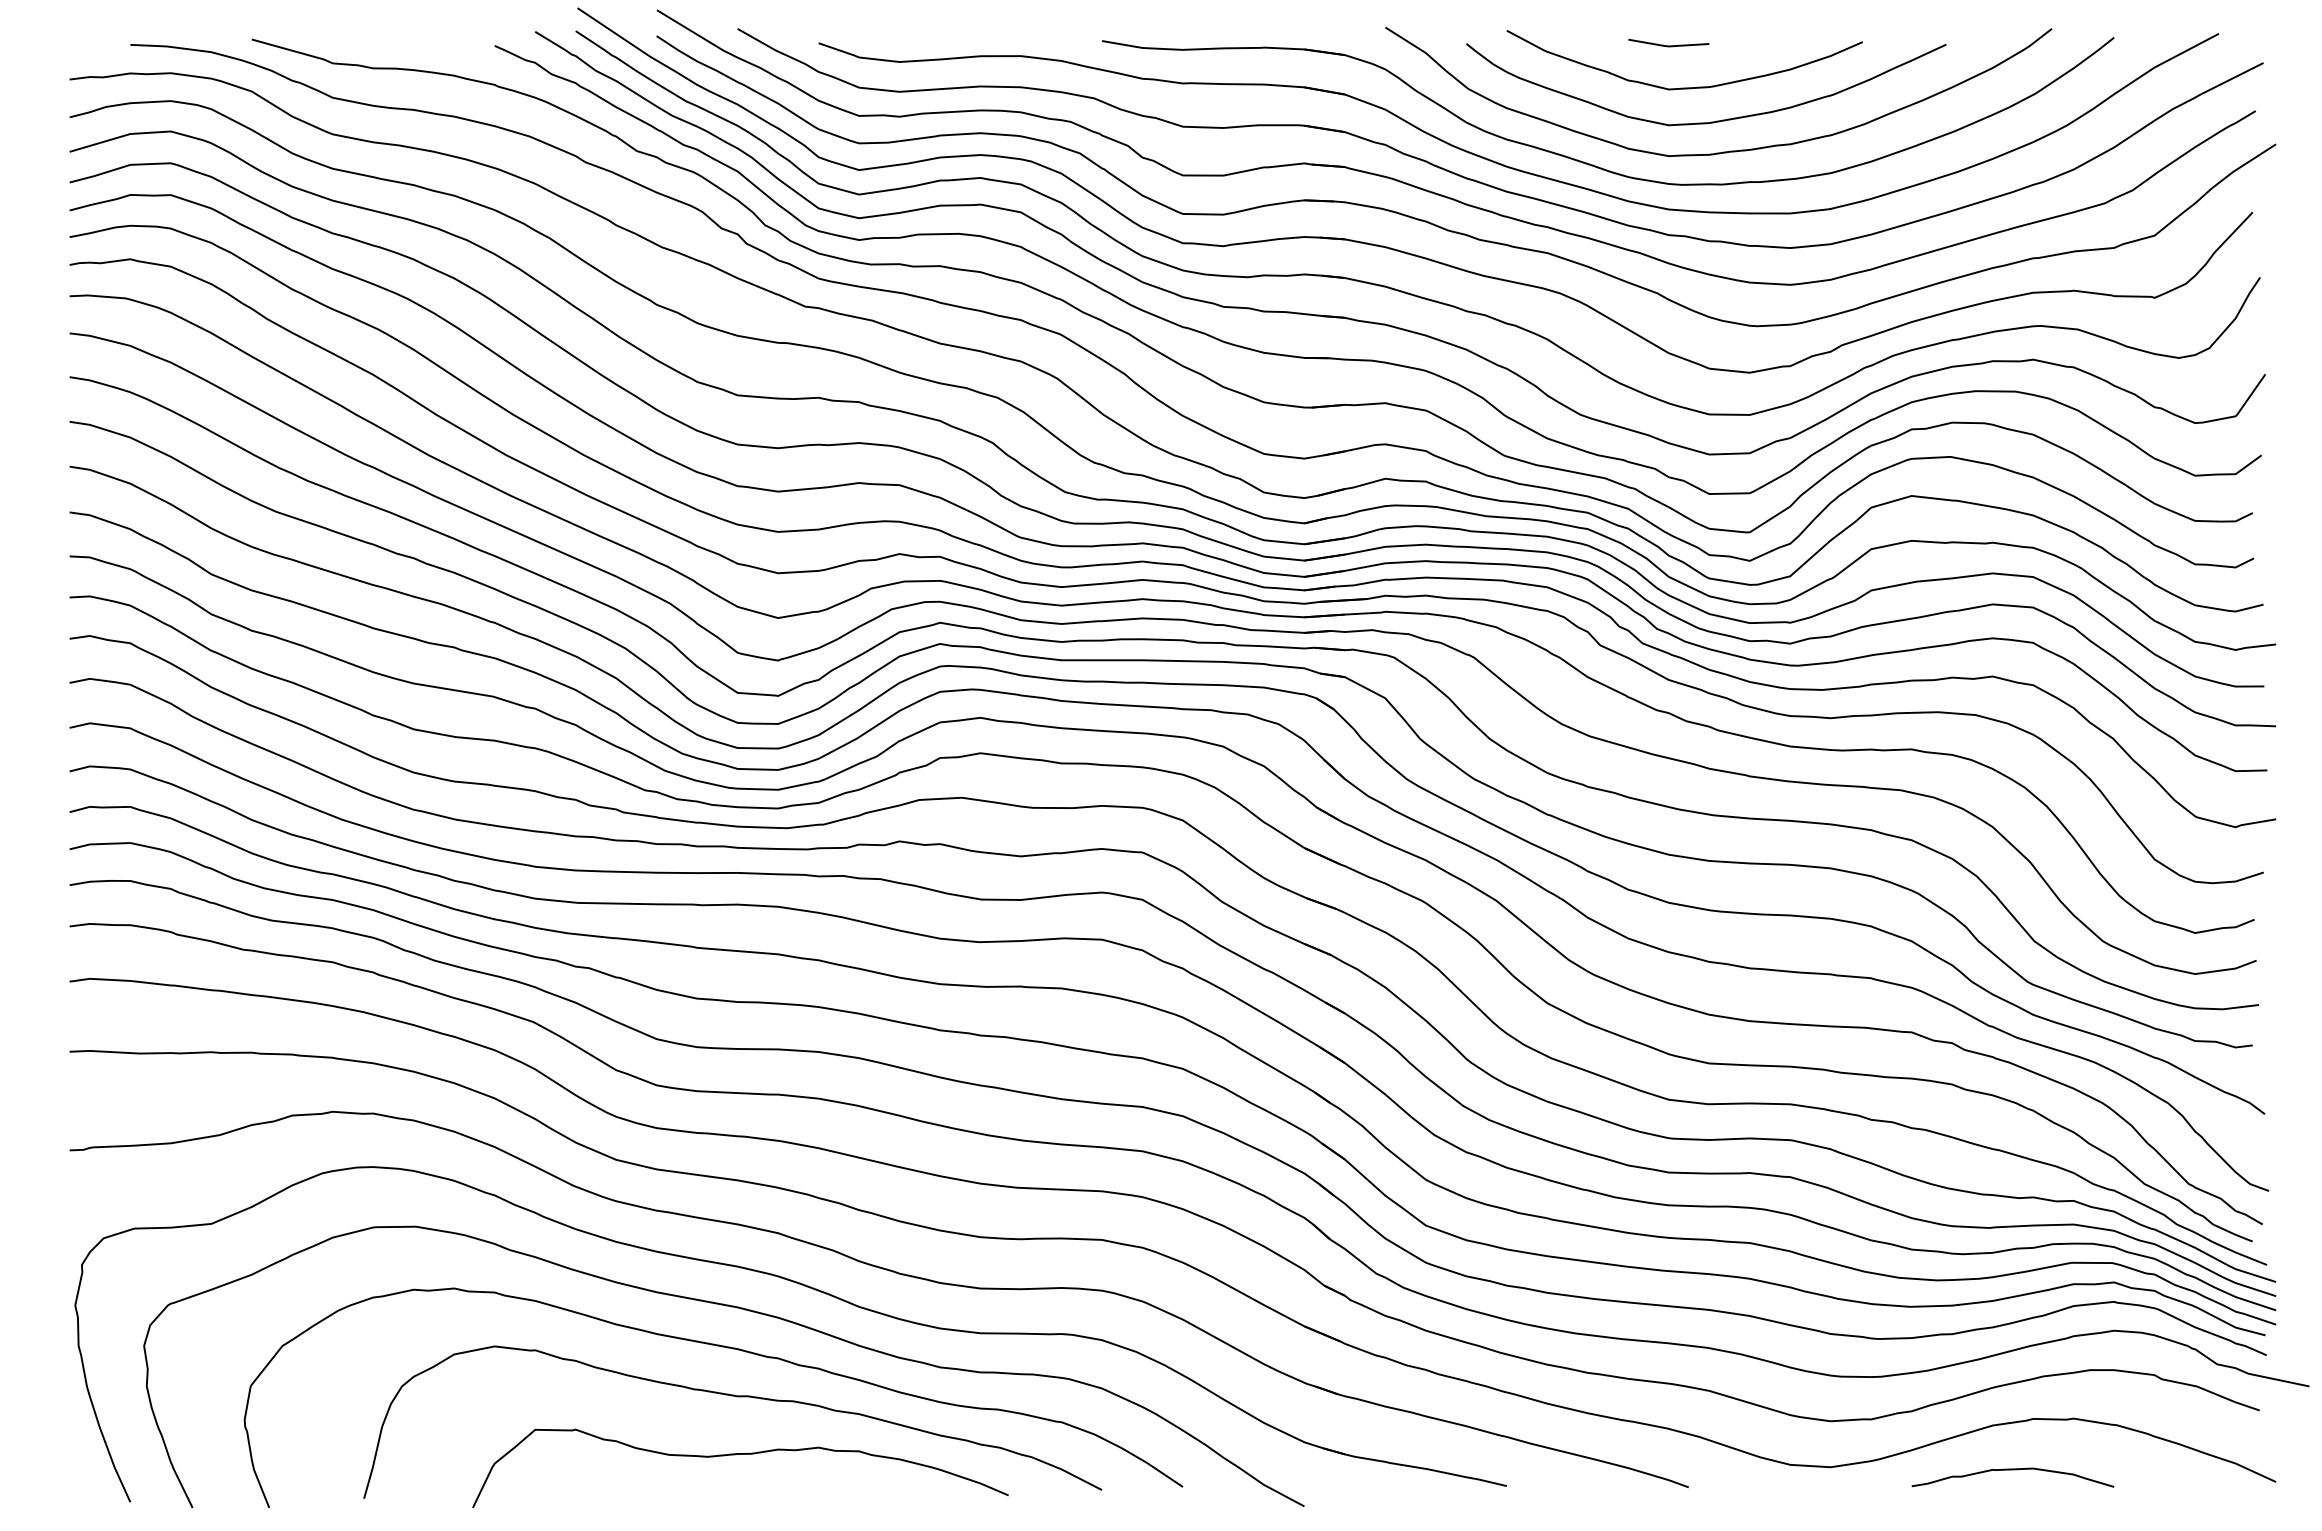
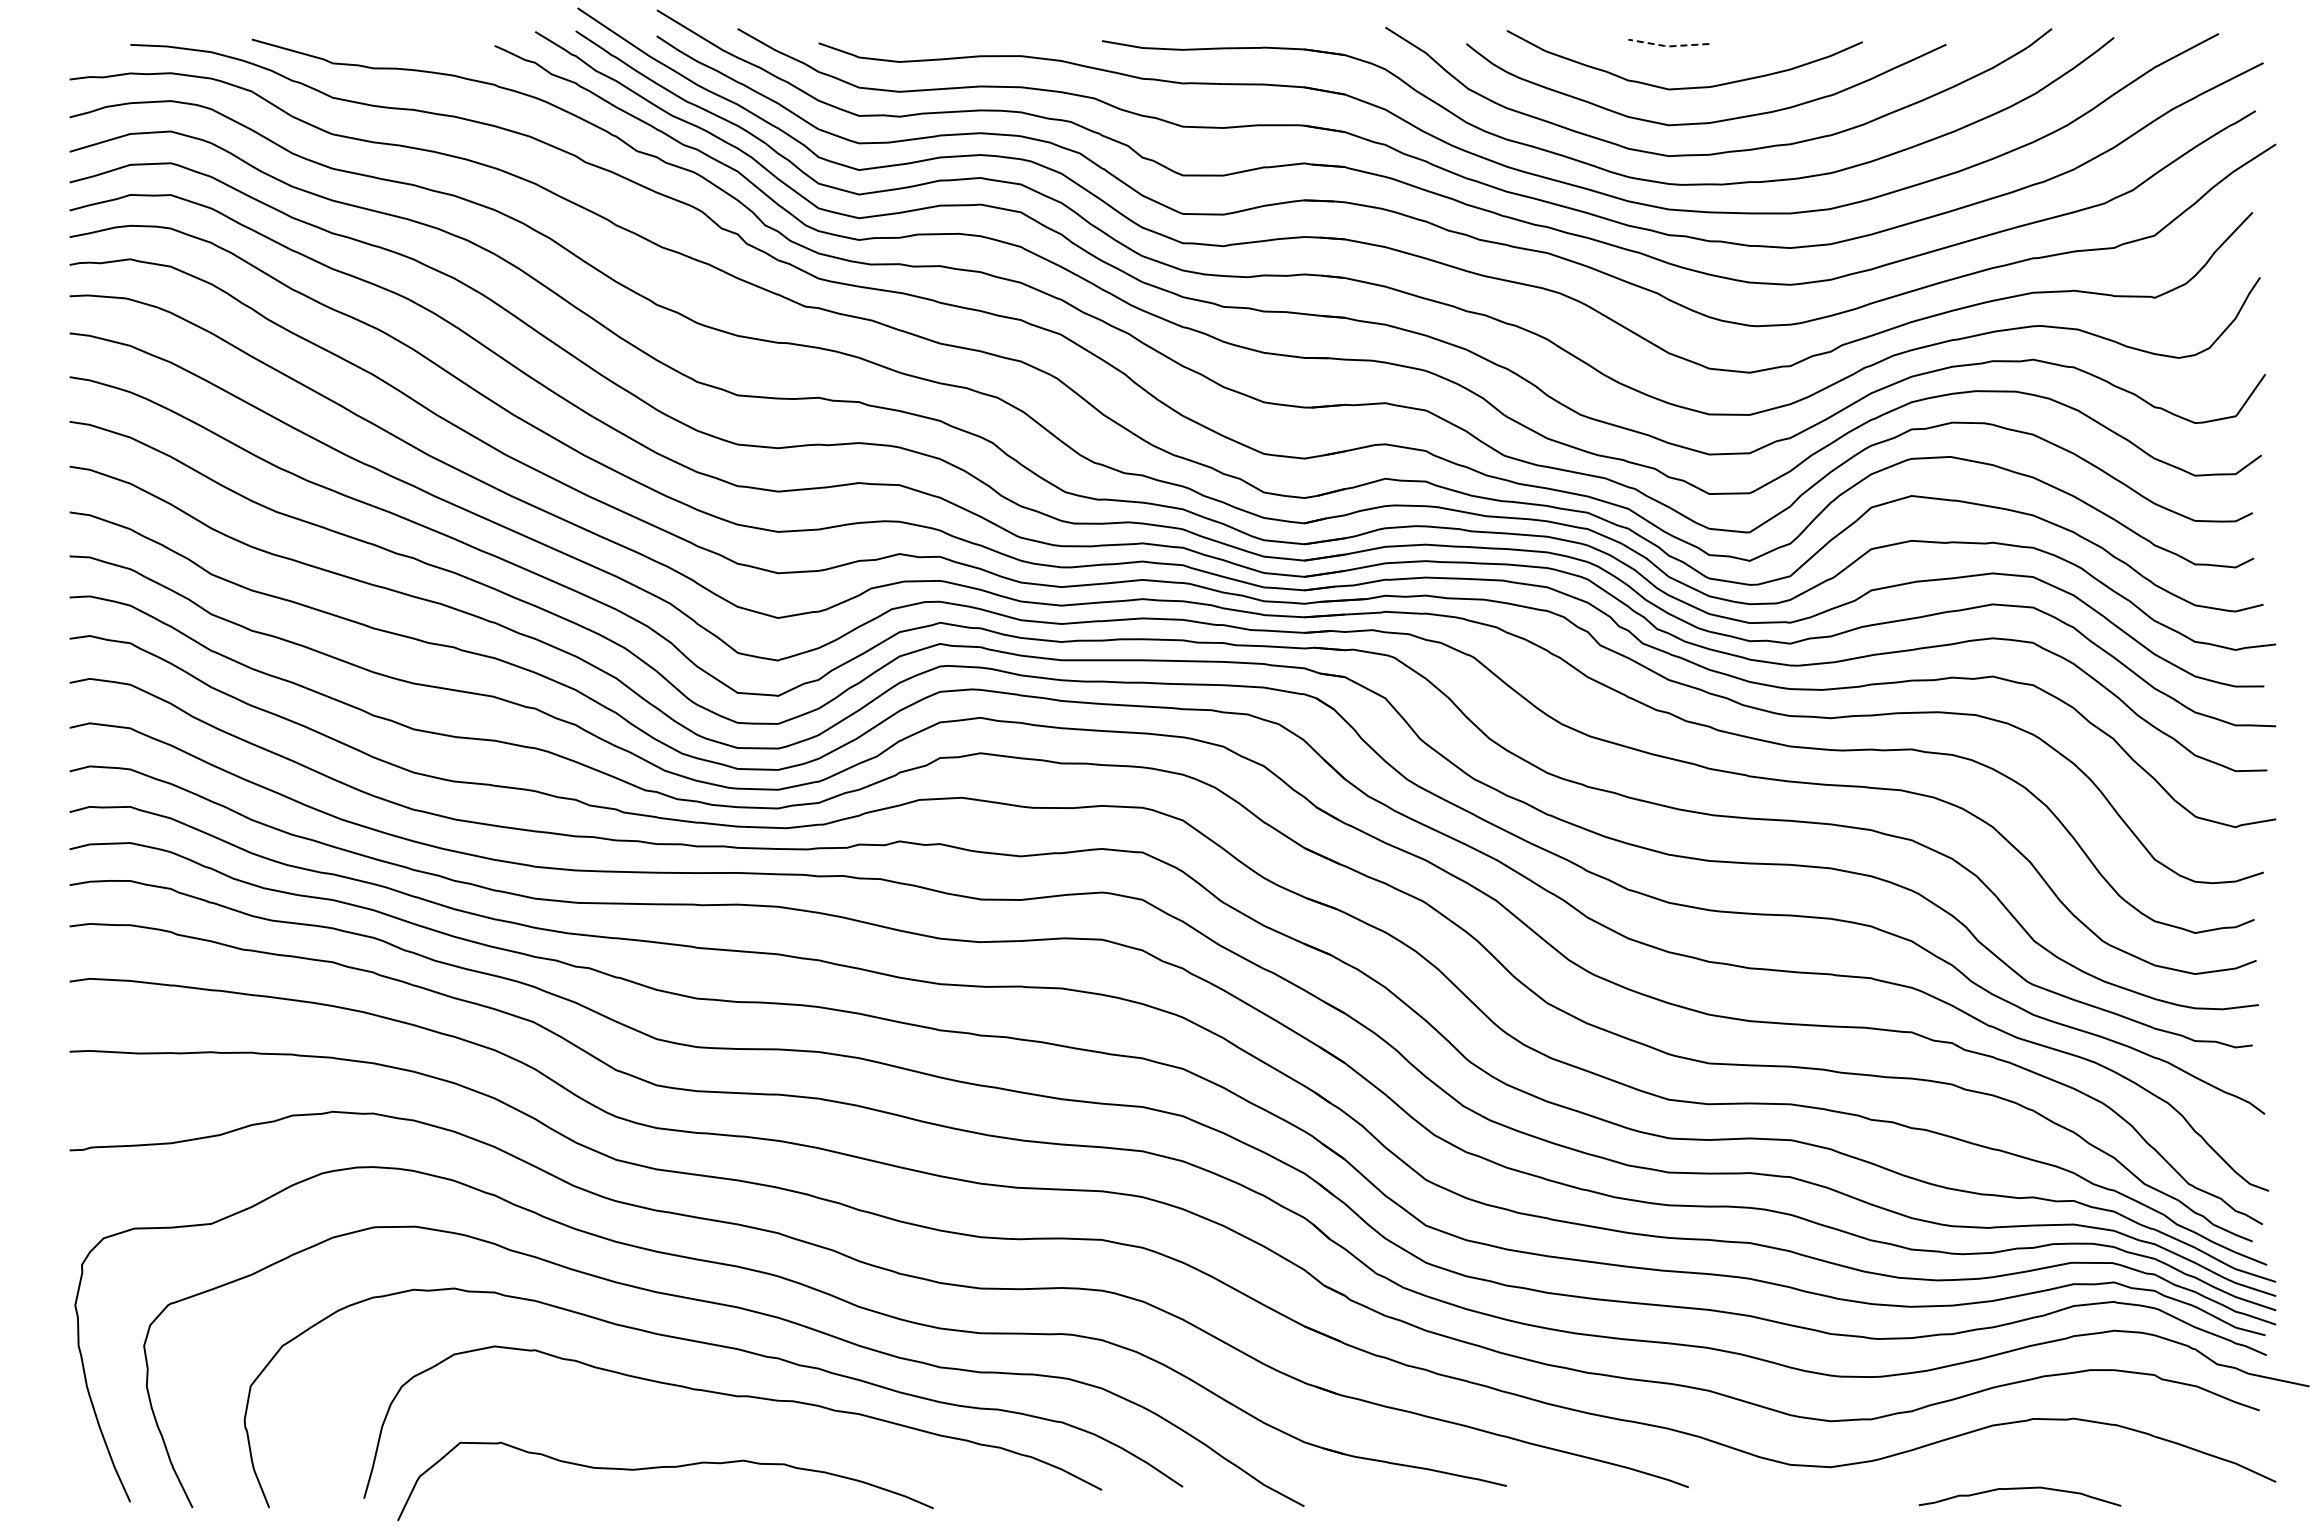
line at (1667, 46): solid -> dashed
curve at (735, 1455) position: (735, 1455) -> (660, 1468)
curve at (2012, 1470) position: (2012, 1470) -> (2019, 1489)
